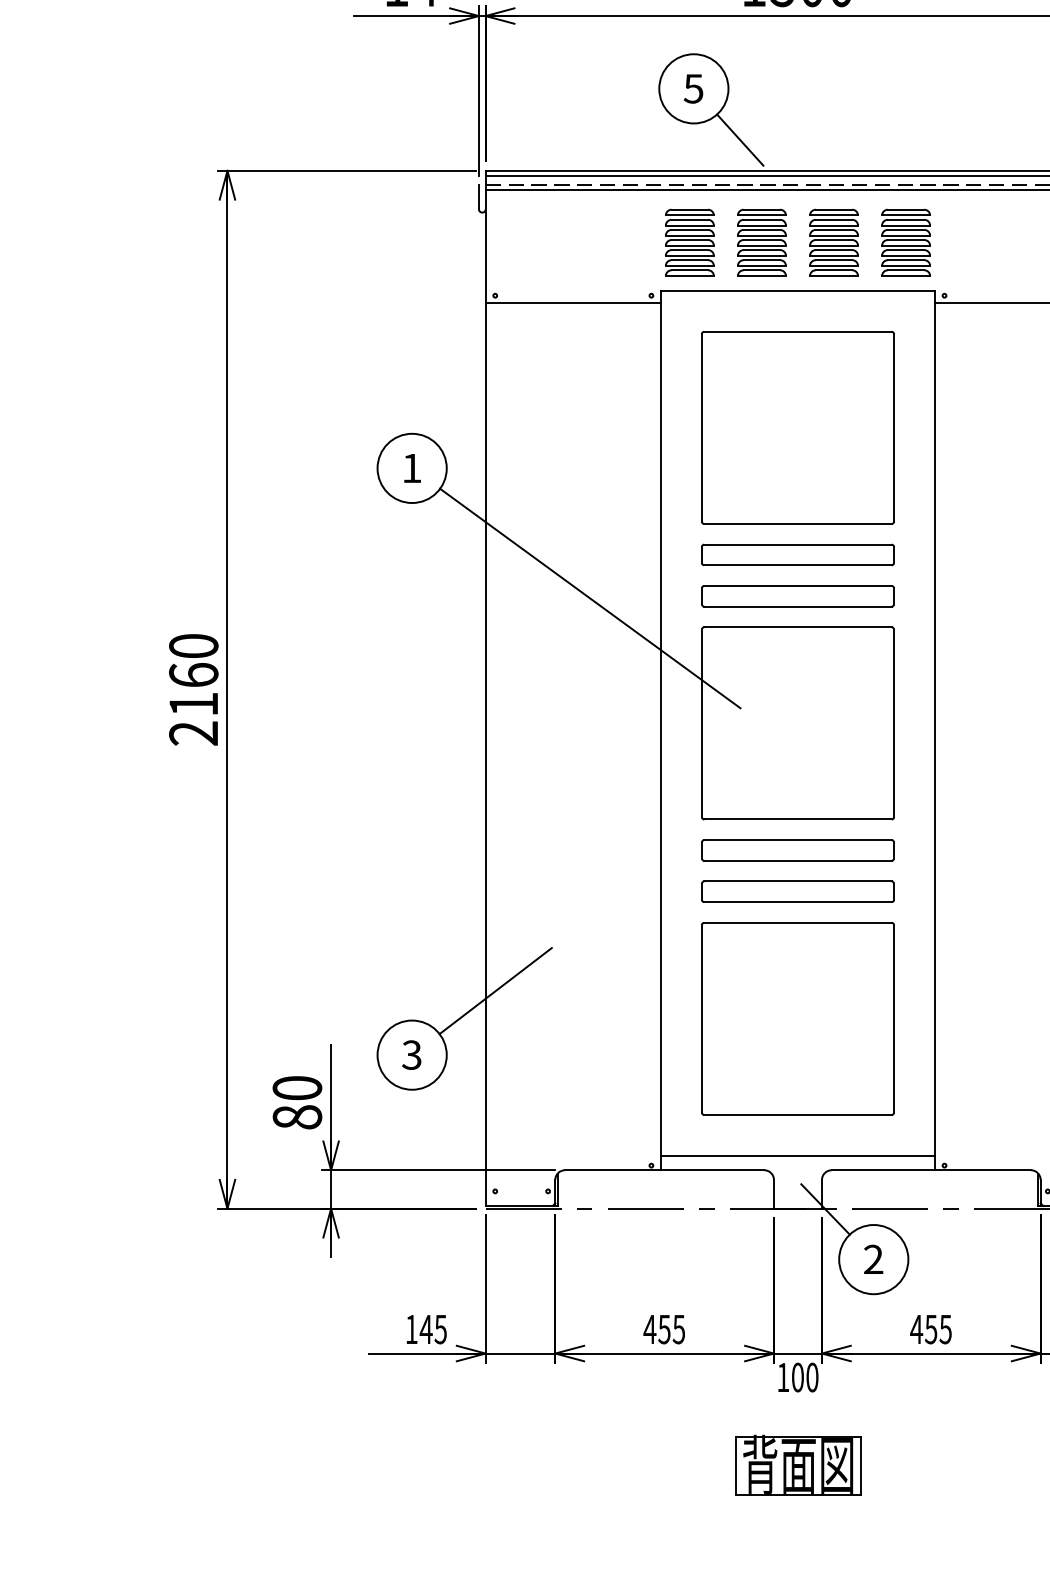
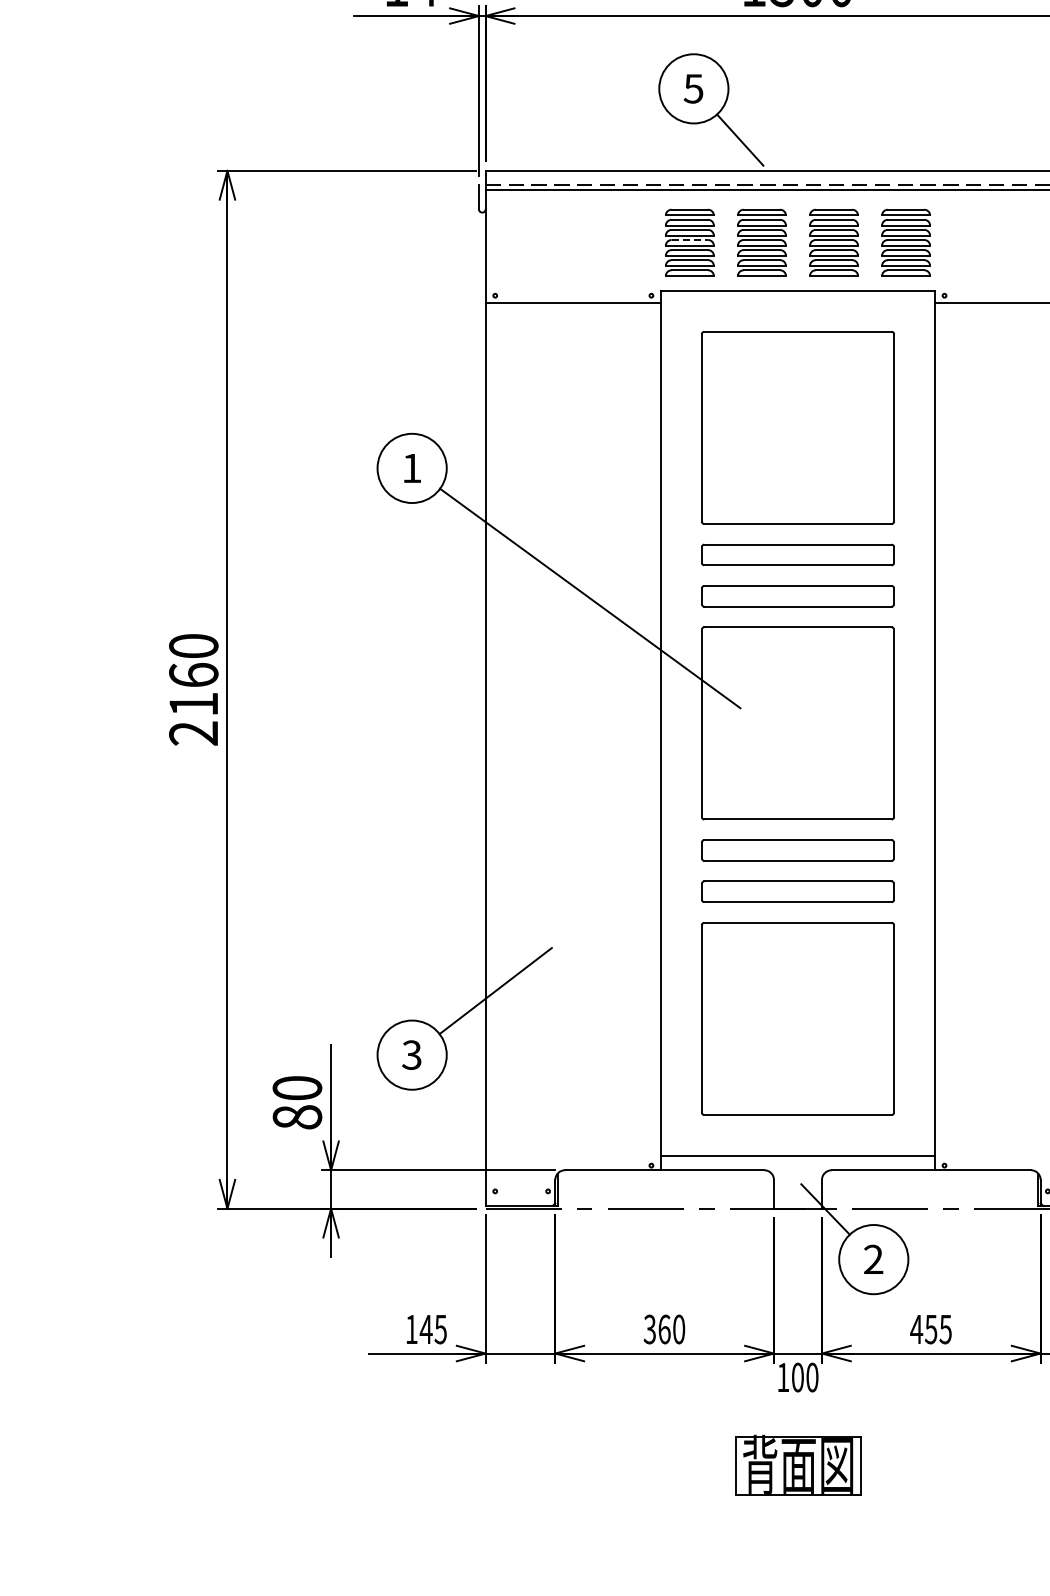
line at (765, 175): present -> none
line at (690, 240): solid -> dashed
text at (664, 1329): 455 -> 360
